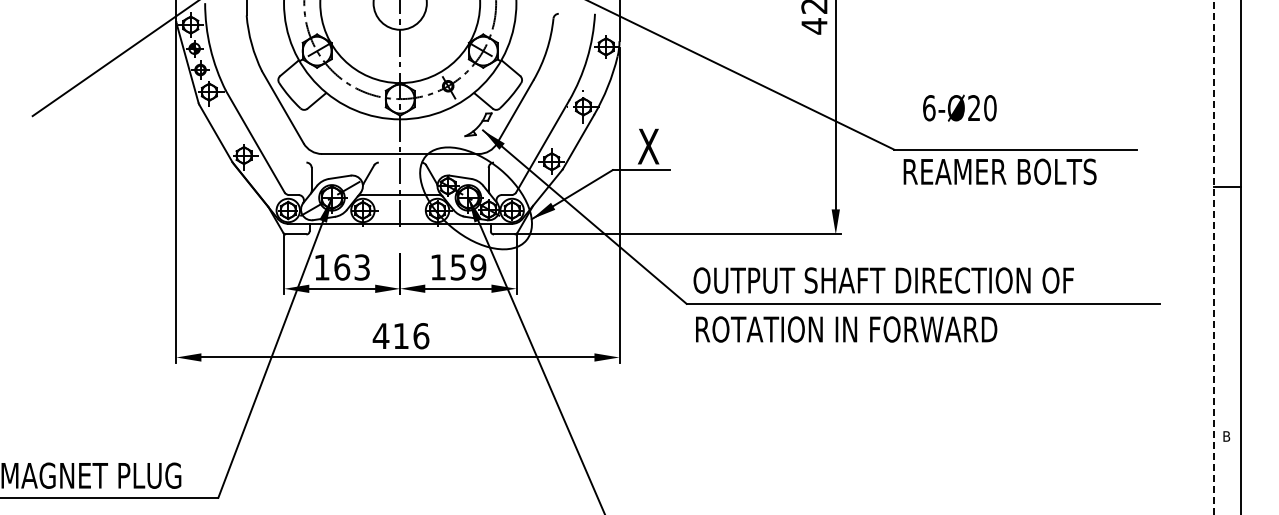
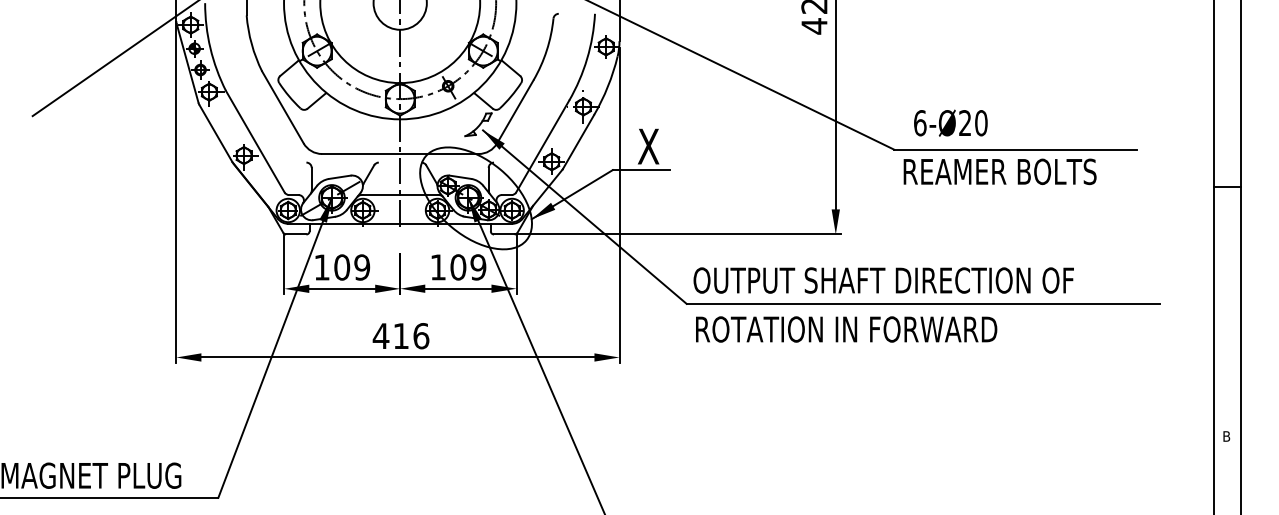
text at (959, 107) position: (959, 107) -> (950, 122)
line at (1214, 257): dashed -> solid
text at (352, 267): 163 -> 109
text at (458, 267): 159 -> 109
